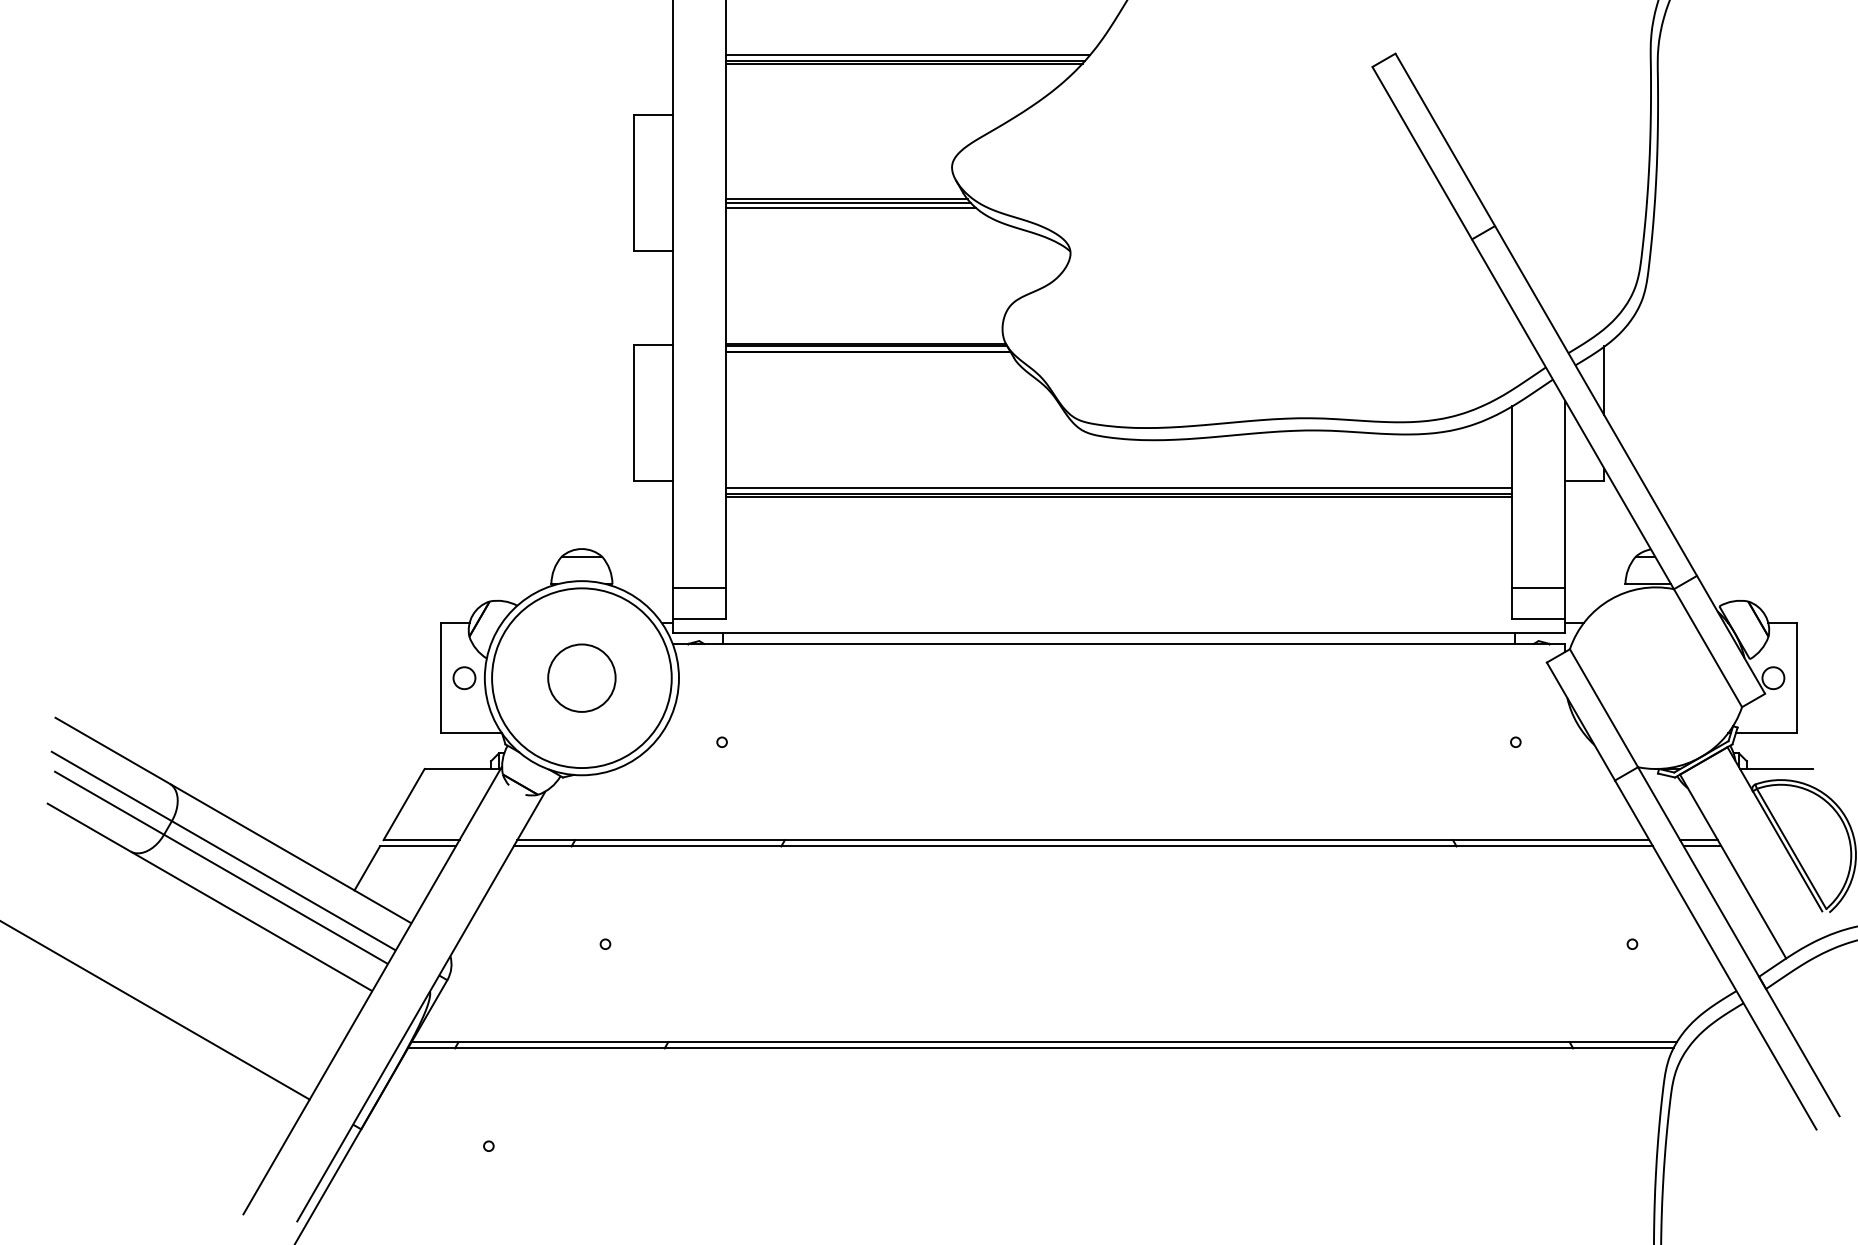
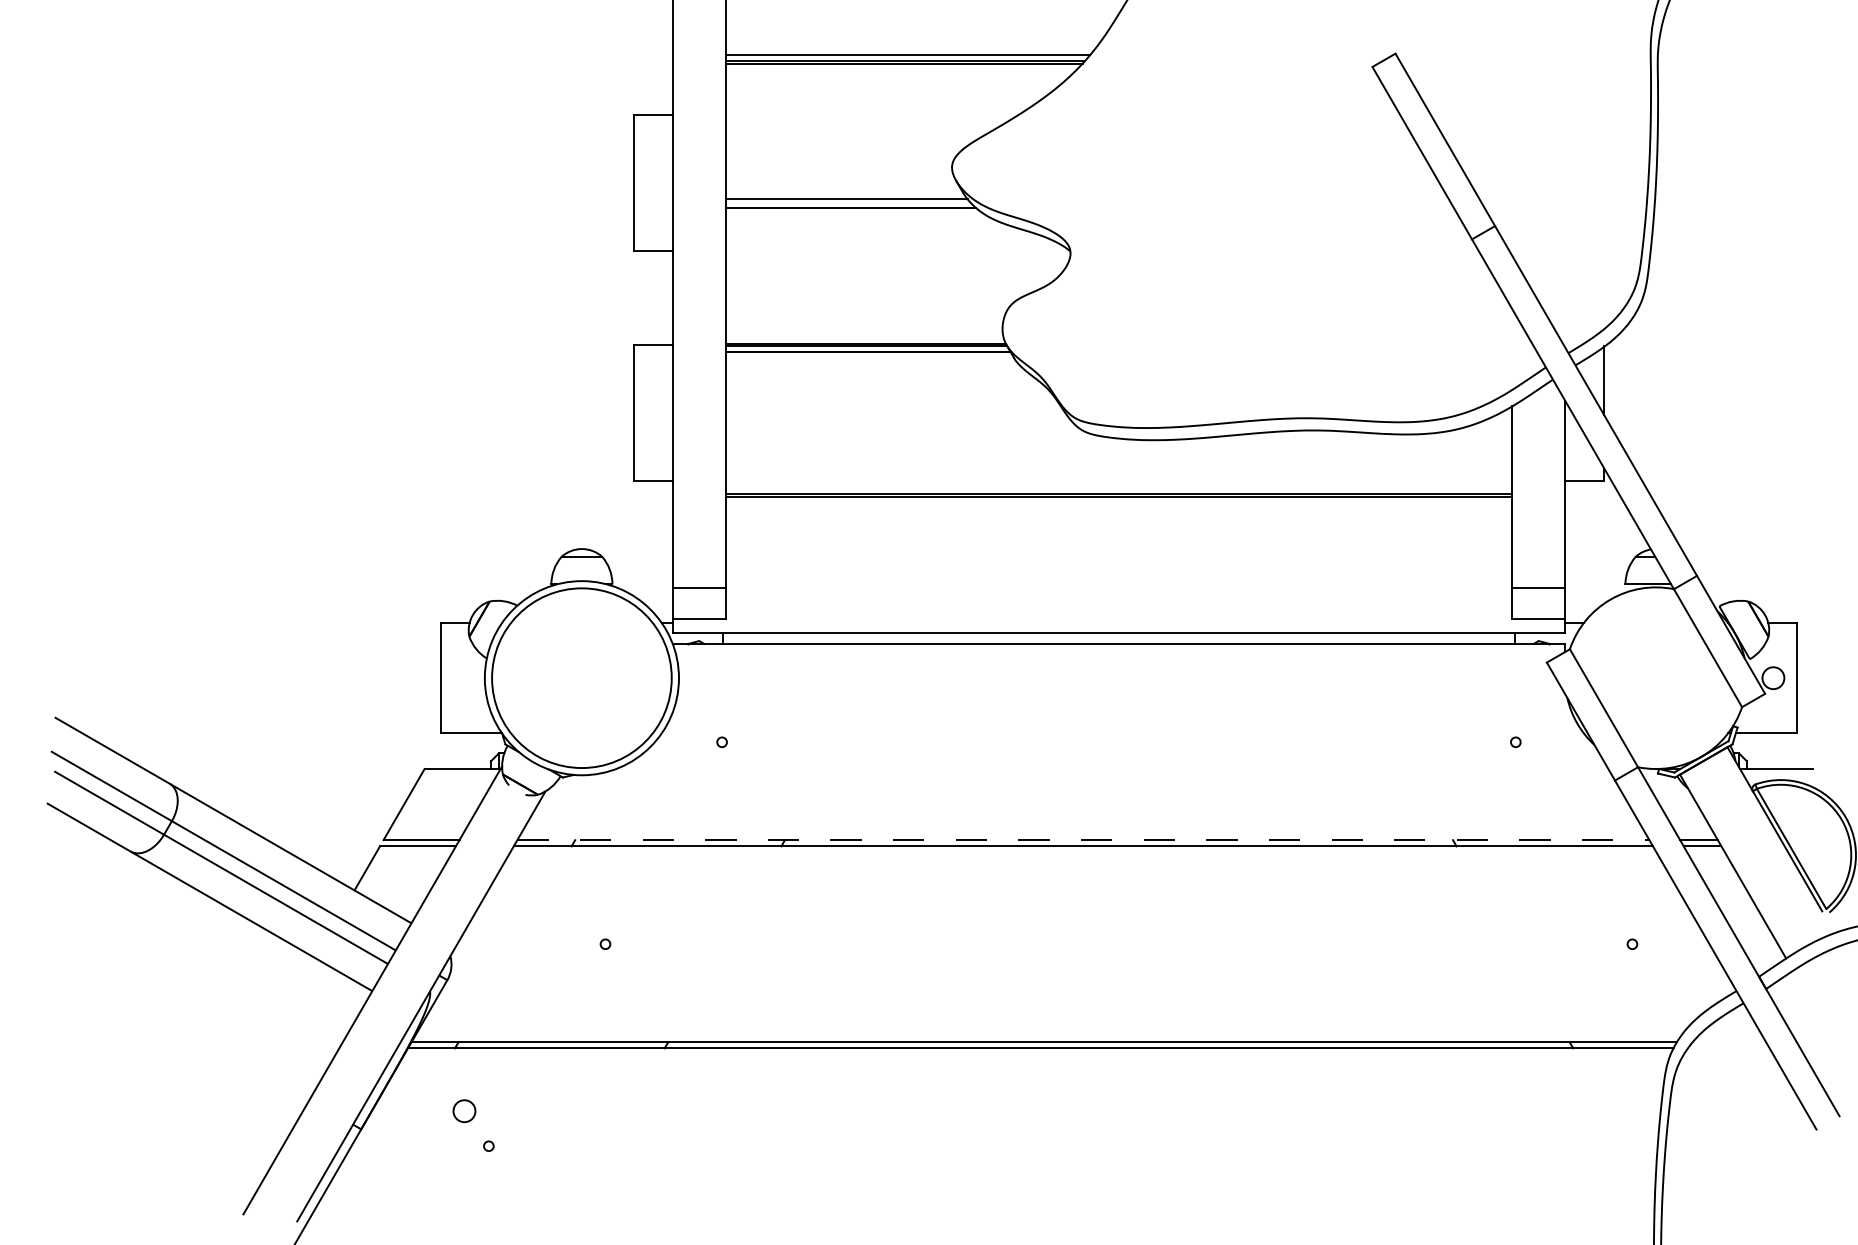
line at (848, 203): present -> none
line at (1118, 488): present -> none
circle at (464, 677) position: (464, 677) -> (464, 1110)
circle at (581, 677): present -> none
line at (1083, 840): solid -> dashed
line at (155, 1010): present -> none
